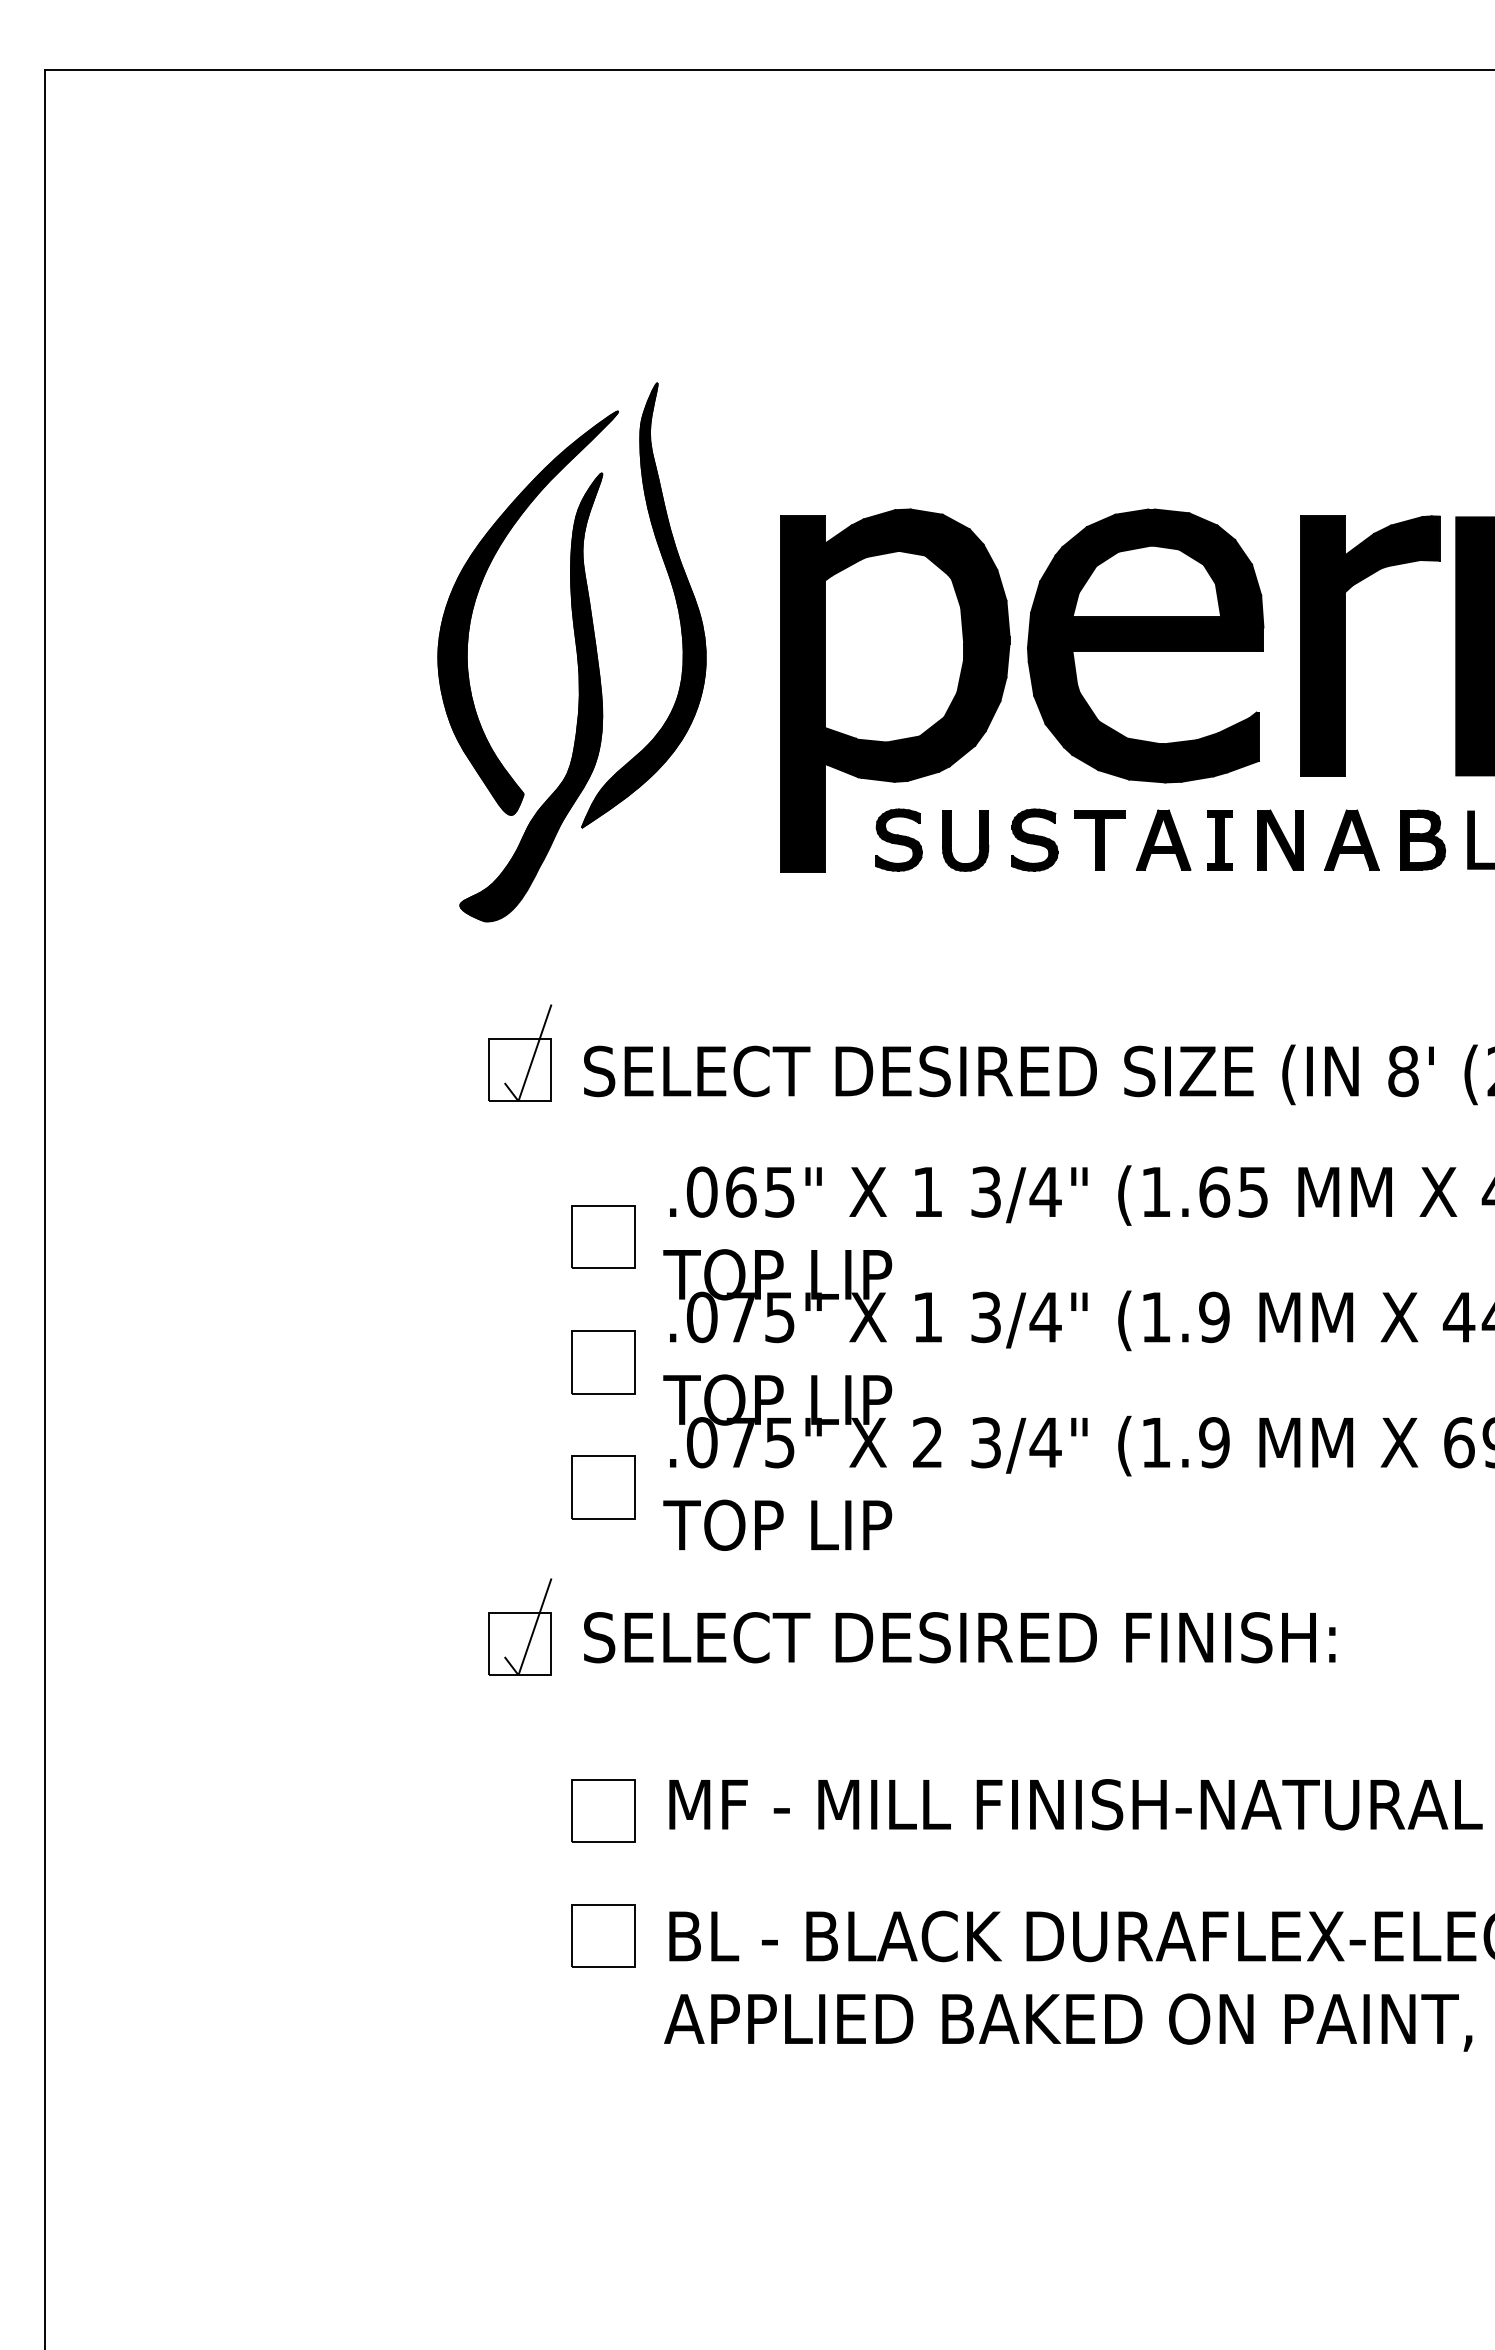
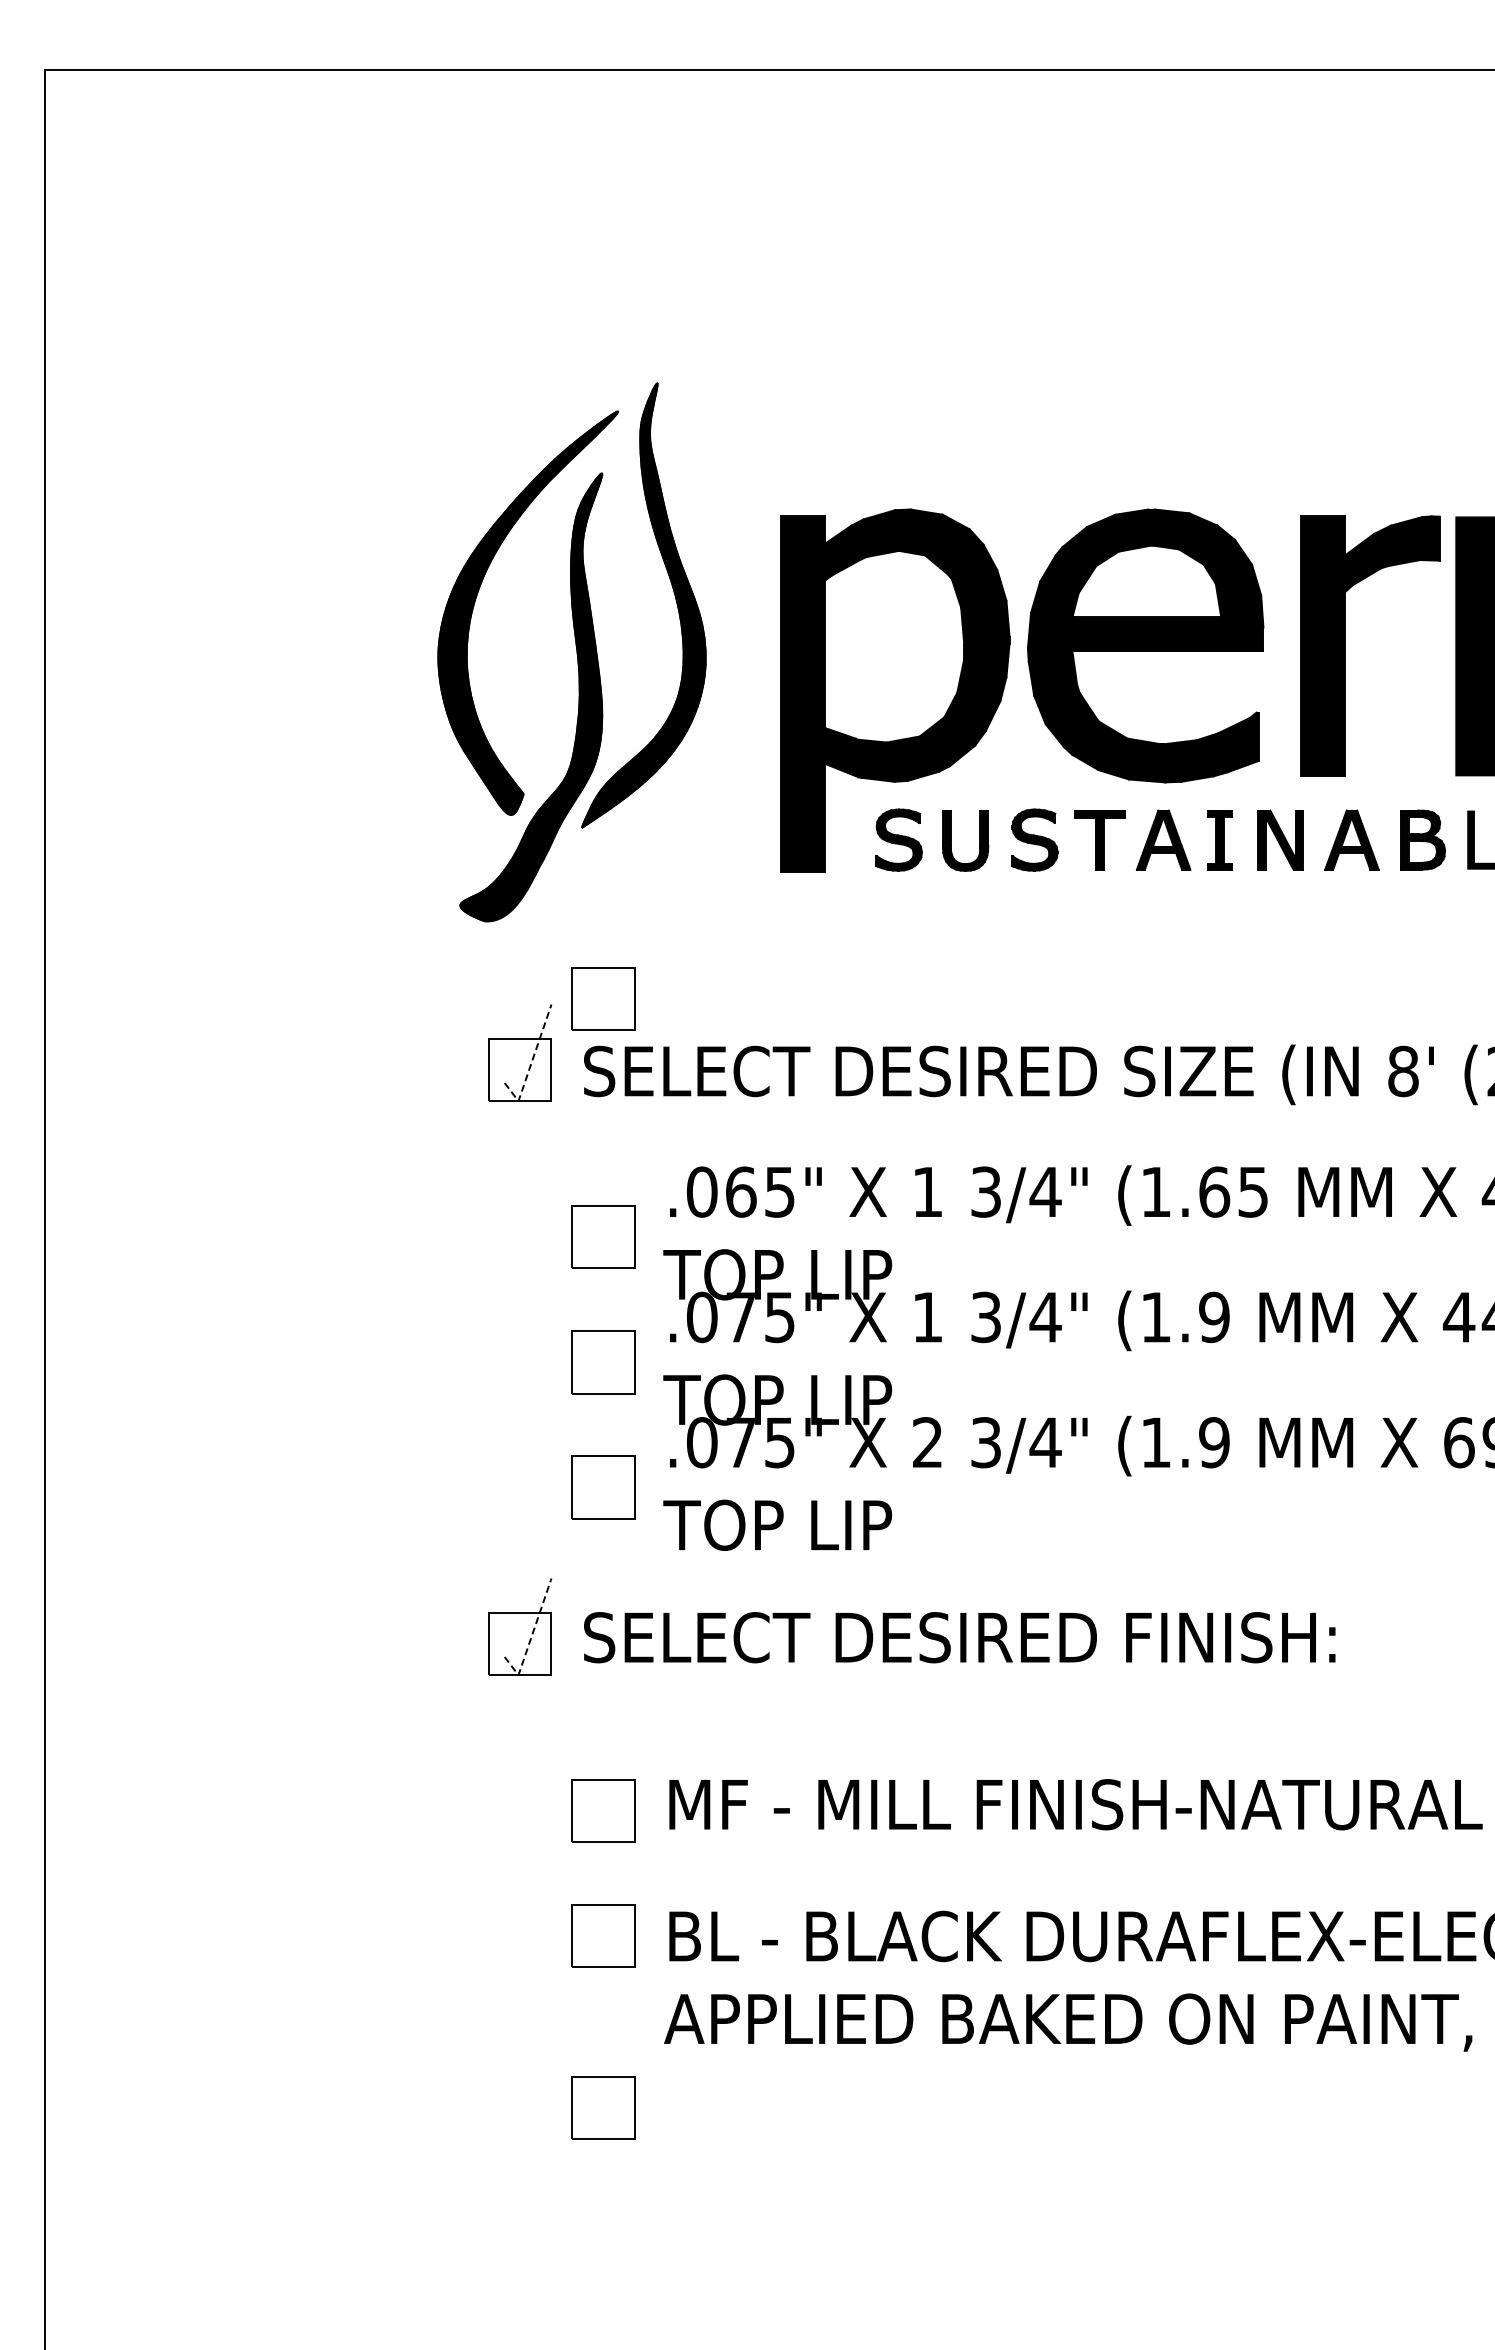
part at (603, 998): none -> present
line at (531, 1063): solid -> dashed
line at (531, 1637): solid -> dashed
part at (603, 2107): none -> present
